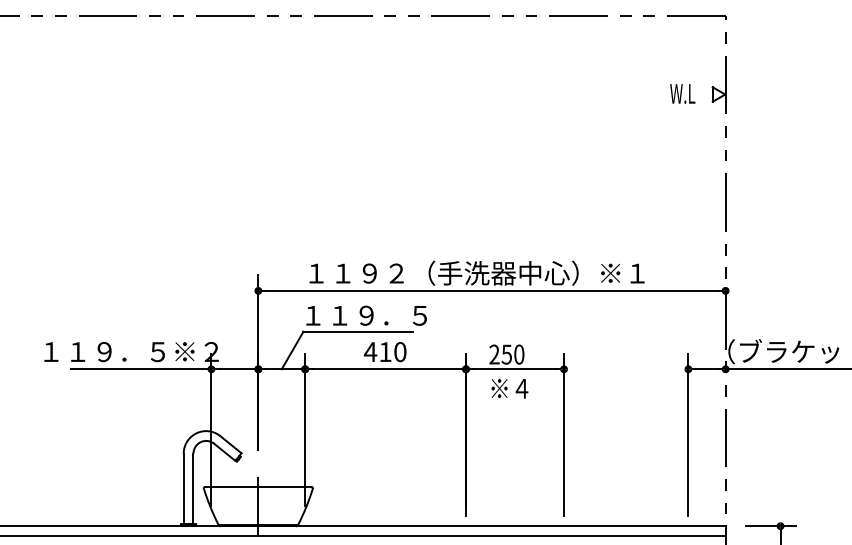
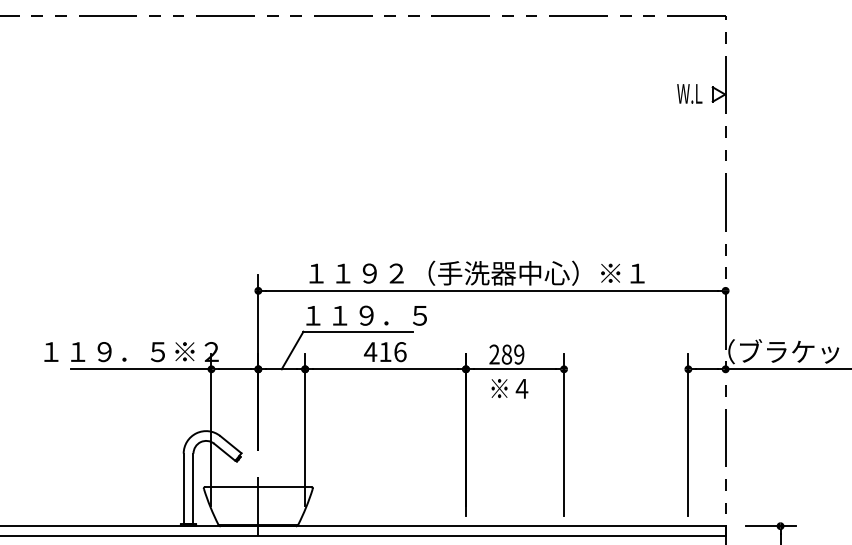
text at (682, 93) position: (682, 93) -> (689, 93)
text at (400, 352): 410 -> 416
text at (512, 354): 250 -> 289
